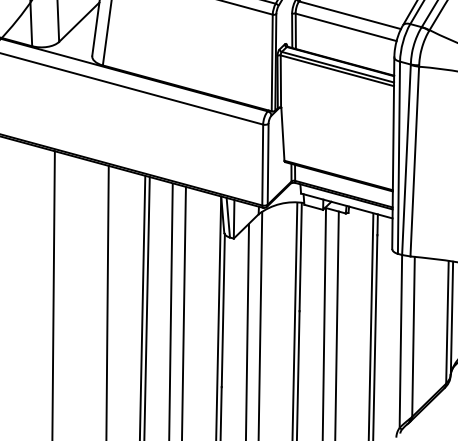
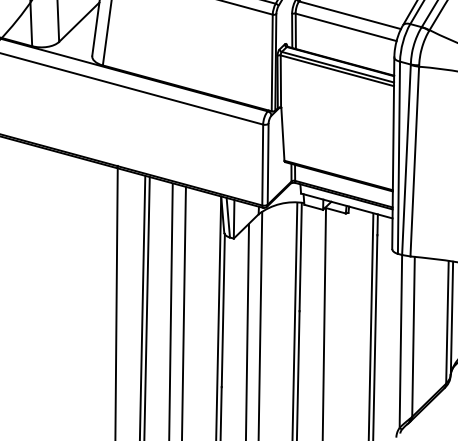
line at (53, 294): present -> none
line at (107, 301) position: (107, 301) -> (116, 301)
line at (336, 324): present -> none
